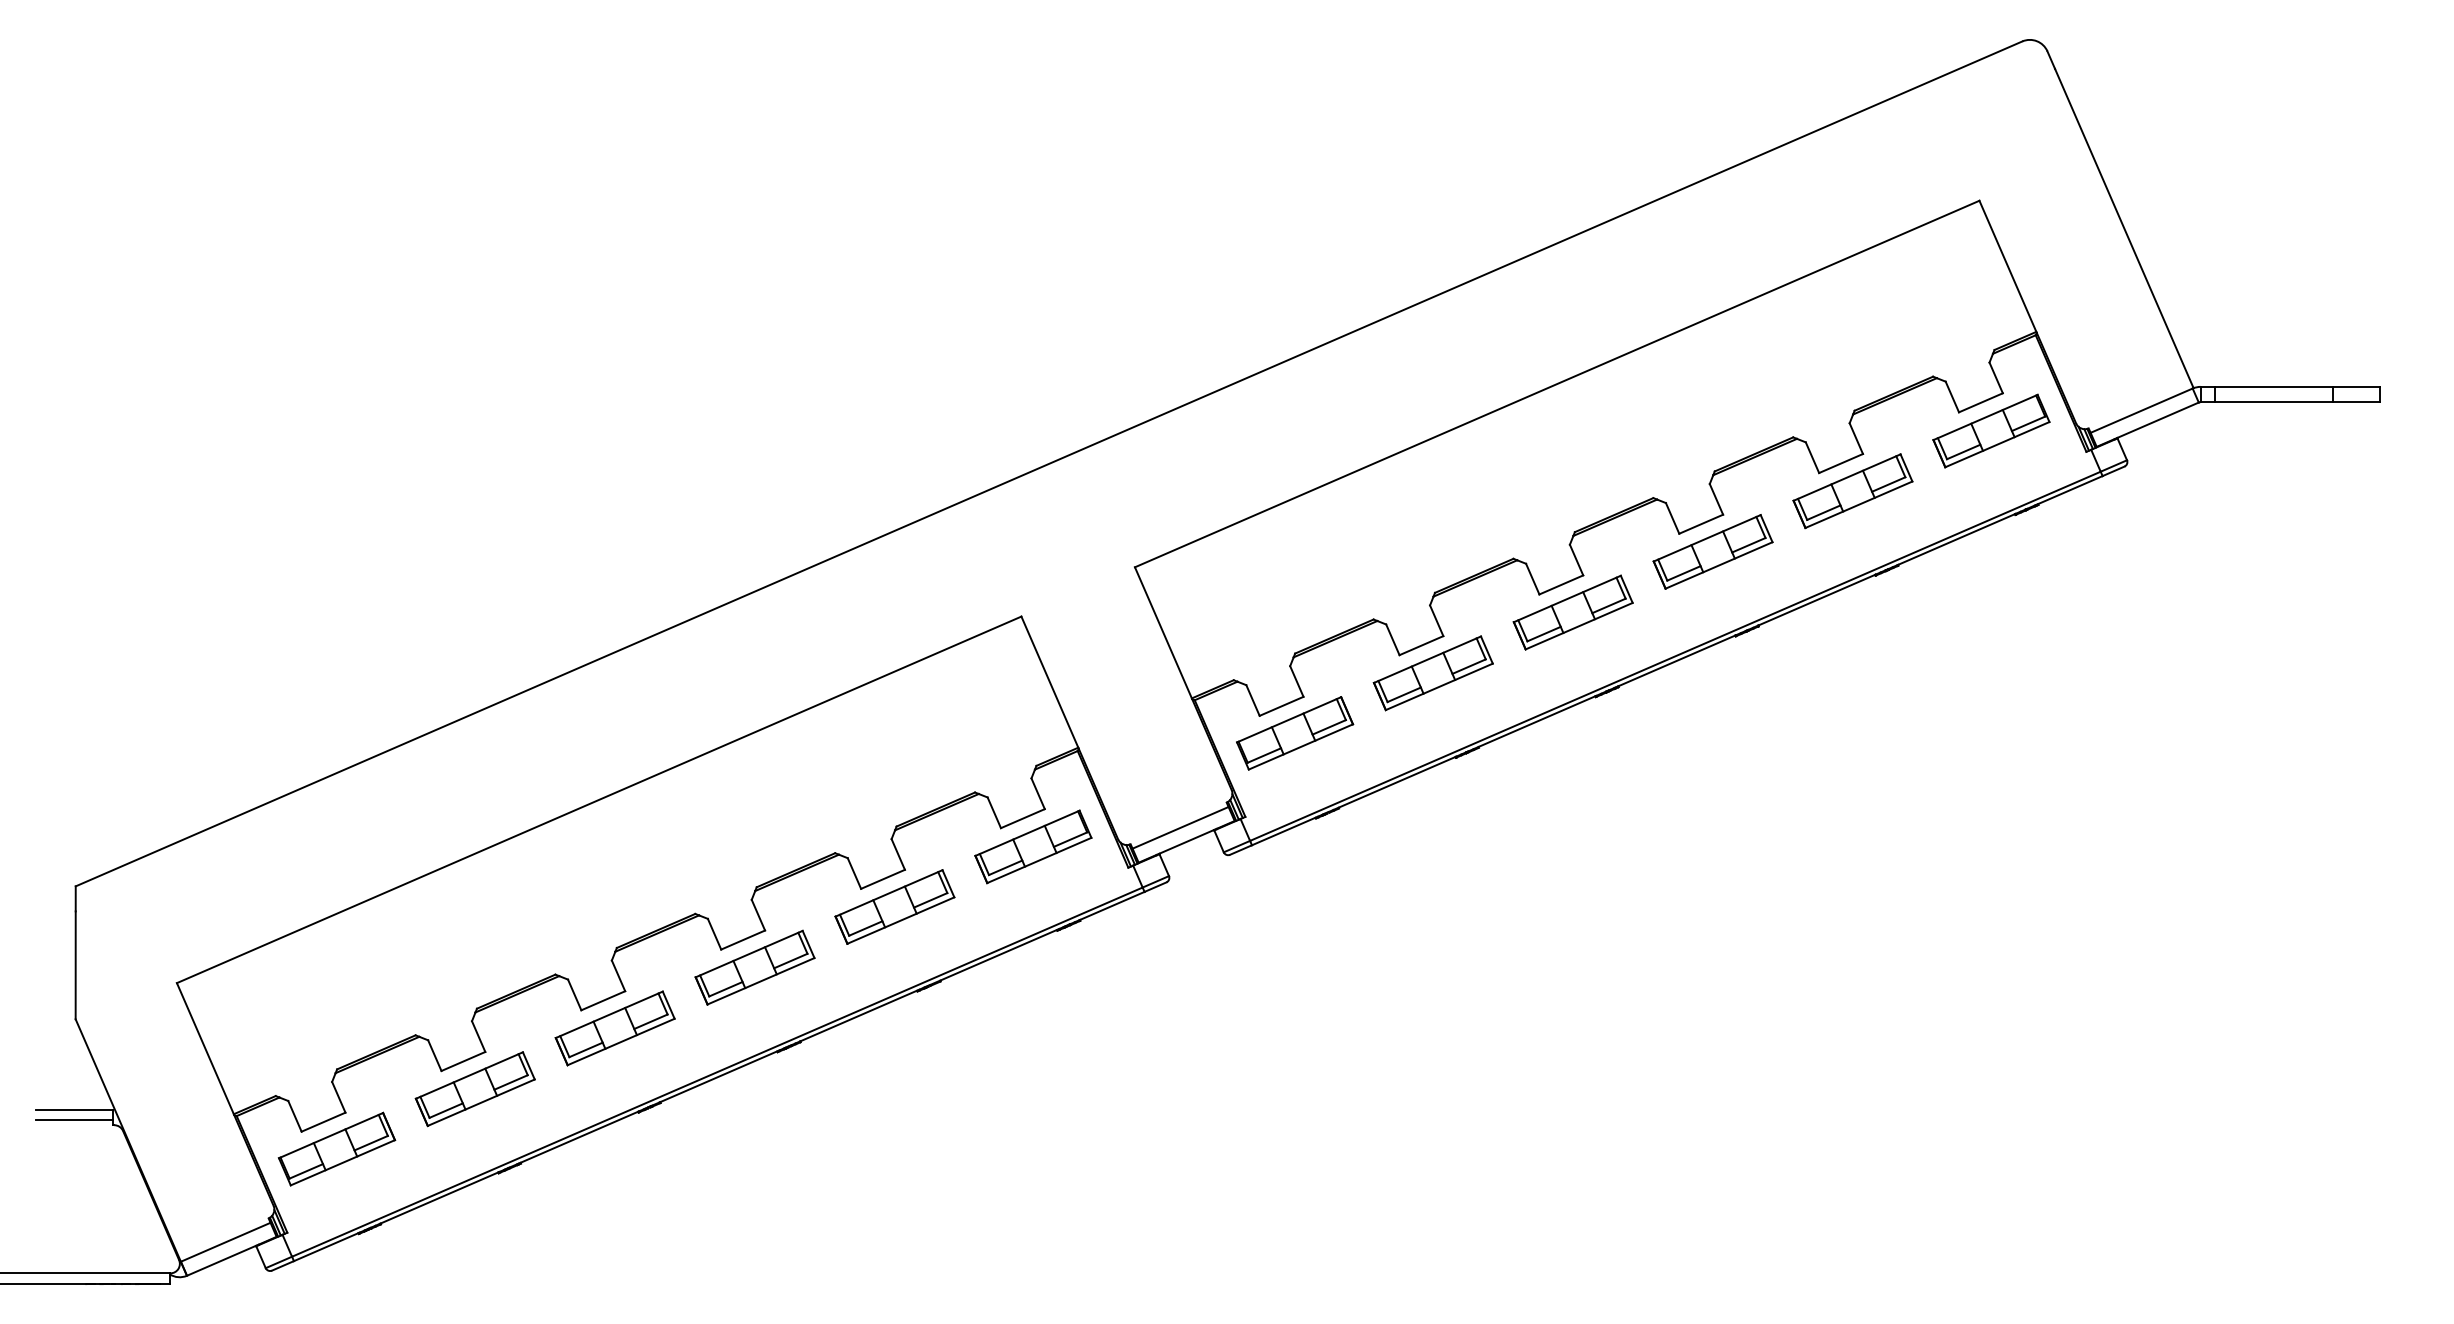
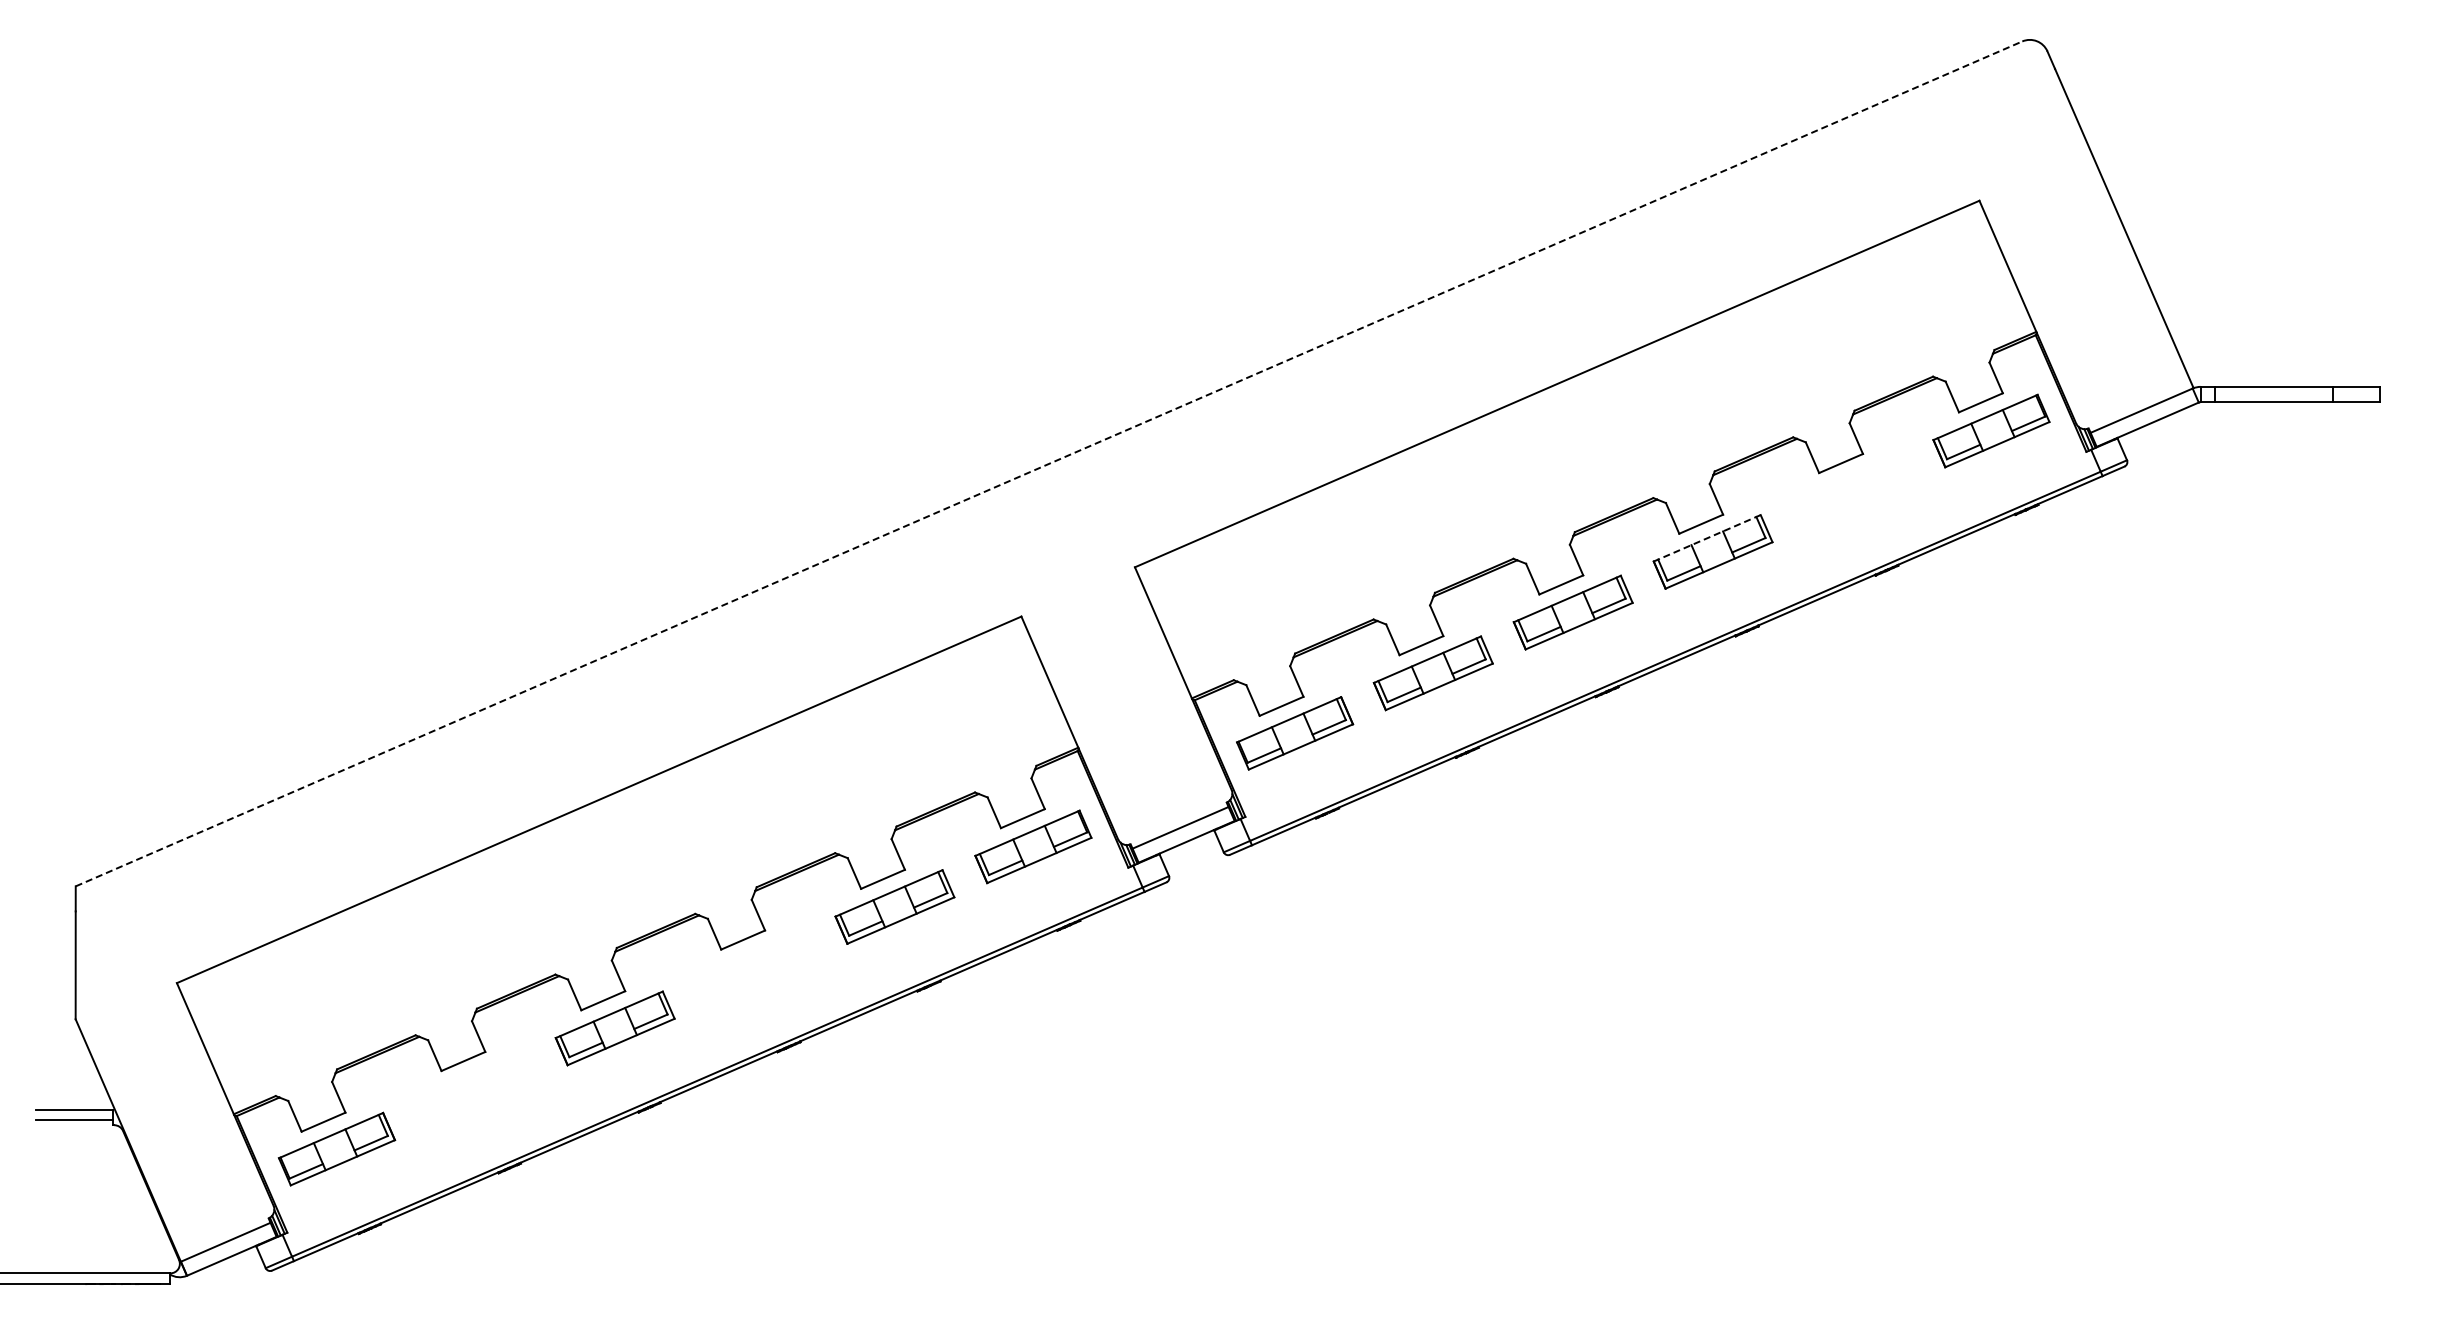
line at (1049, 463): solid -> dashed
part at (1852, 491): present -> none
line at (1706, 538): solid -> dashed
part at (754, 967): present -> none
part at (474, 1089): present -> none
